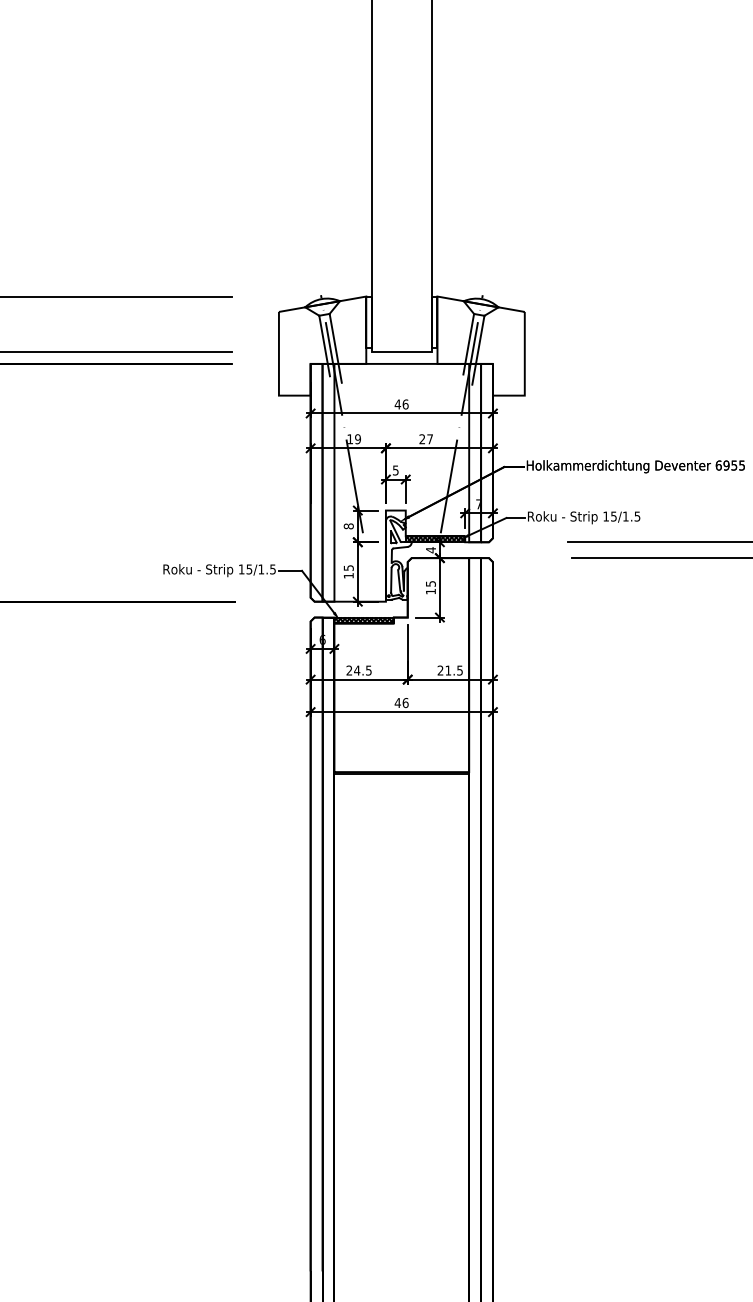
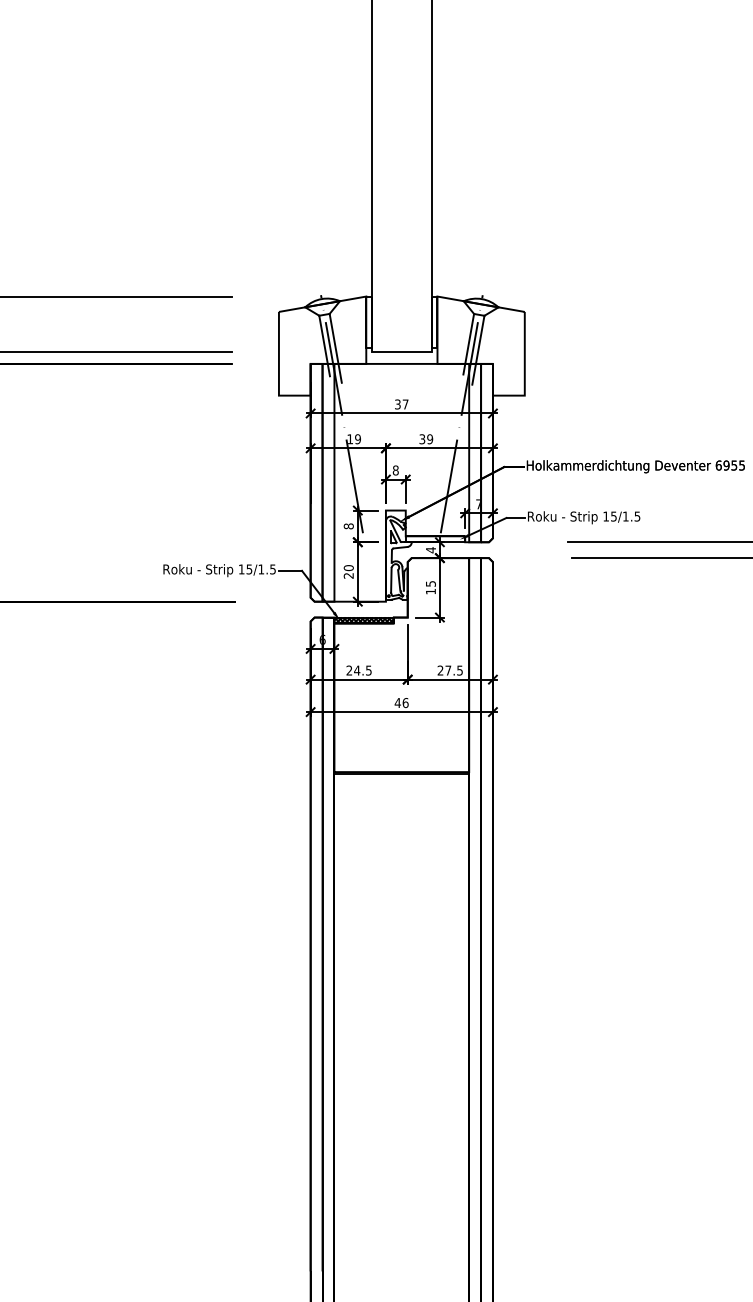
text at (401, 404): 46 -> 37
text at (426, 439): 27 -> 39
text at (395, 470): 5 -> 8
hatch at (435, 539): present -> none
text at (348, 571): 15 -> 20
text at (448, 670): 21.5 -> 27.5
